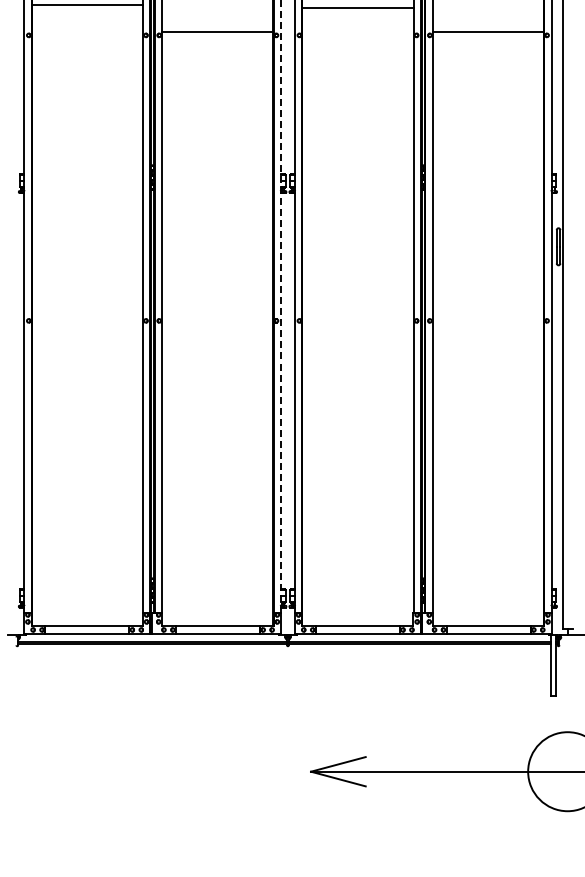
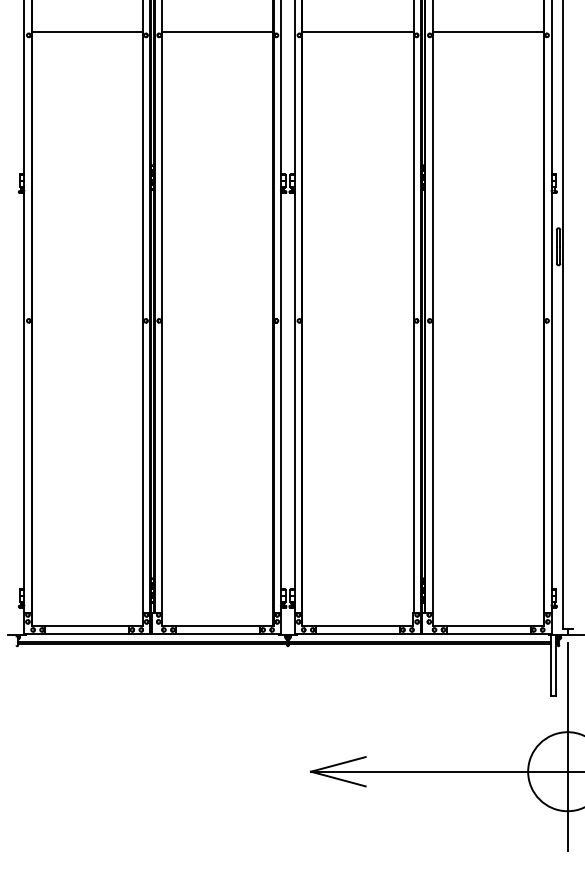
line at (86, 5) position: (86, 5) -> (86, 32)
line at (357, 8) position: (357, 8) -> (357, 32)
line at (280, 306): dashed -> solid
line at (567, 746): none -> present
